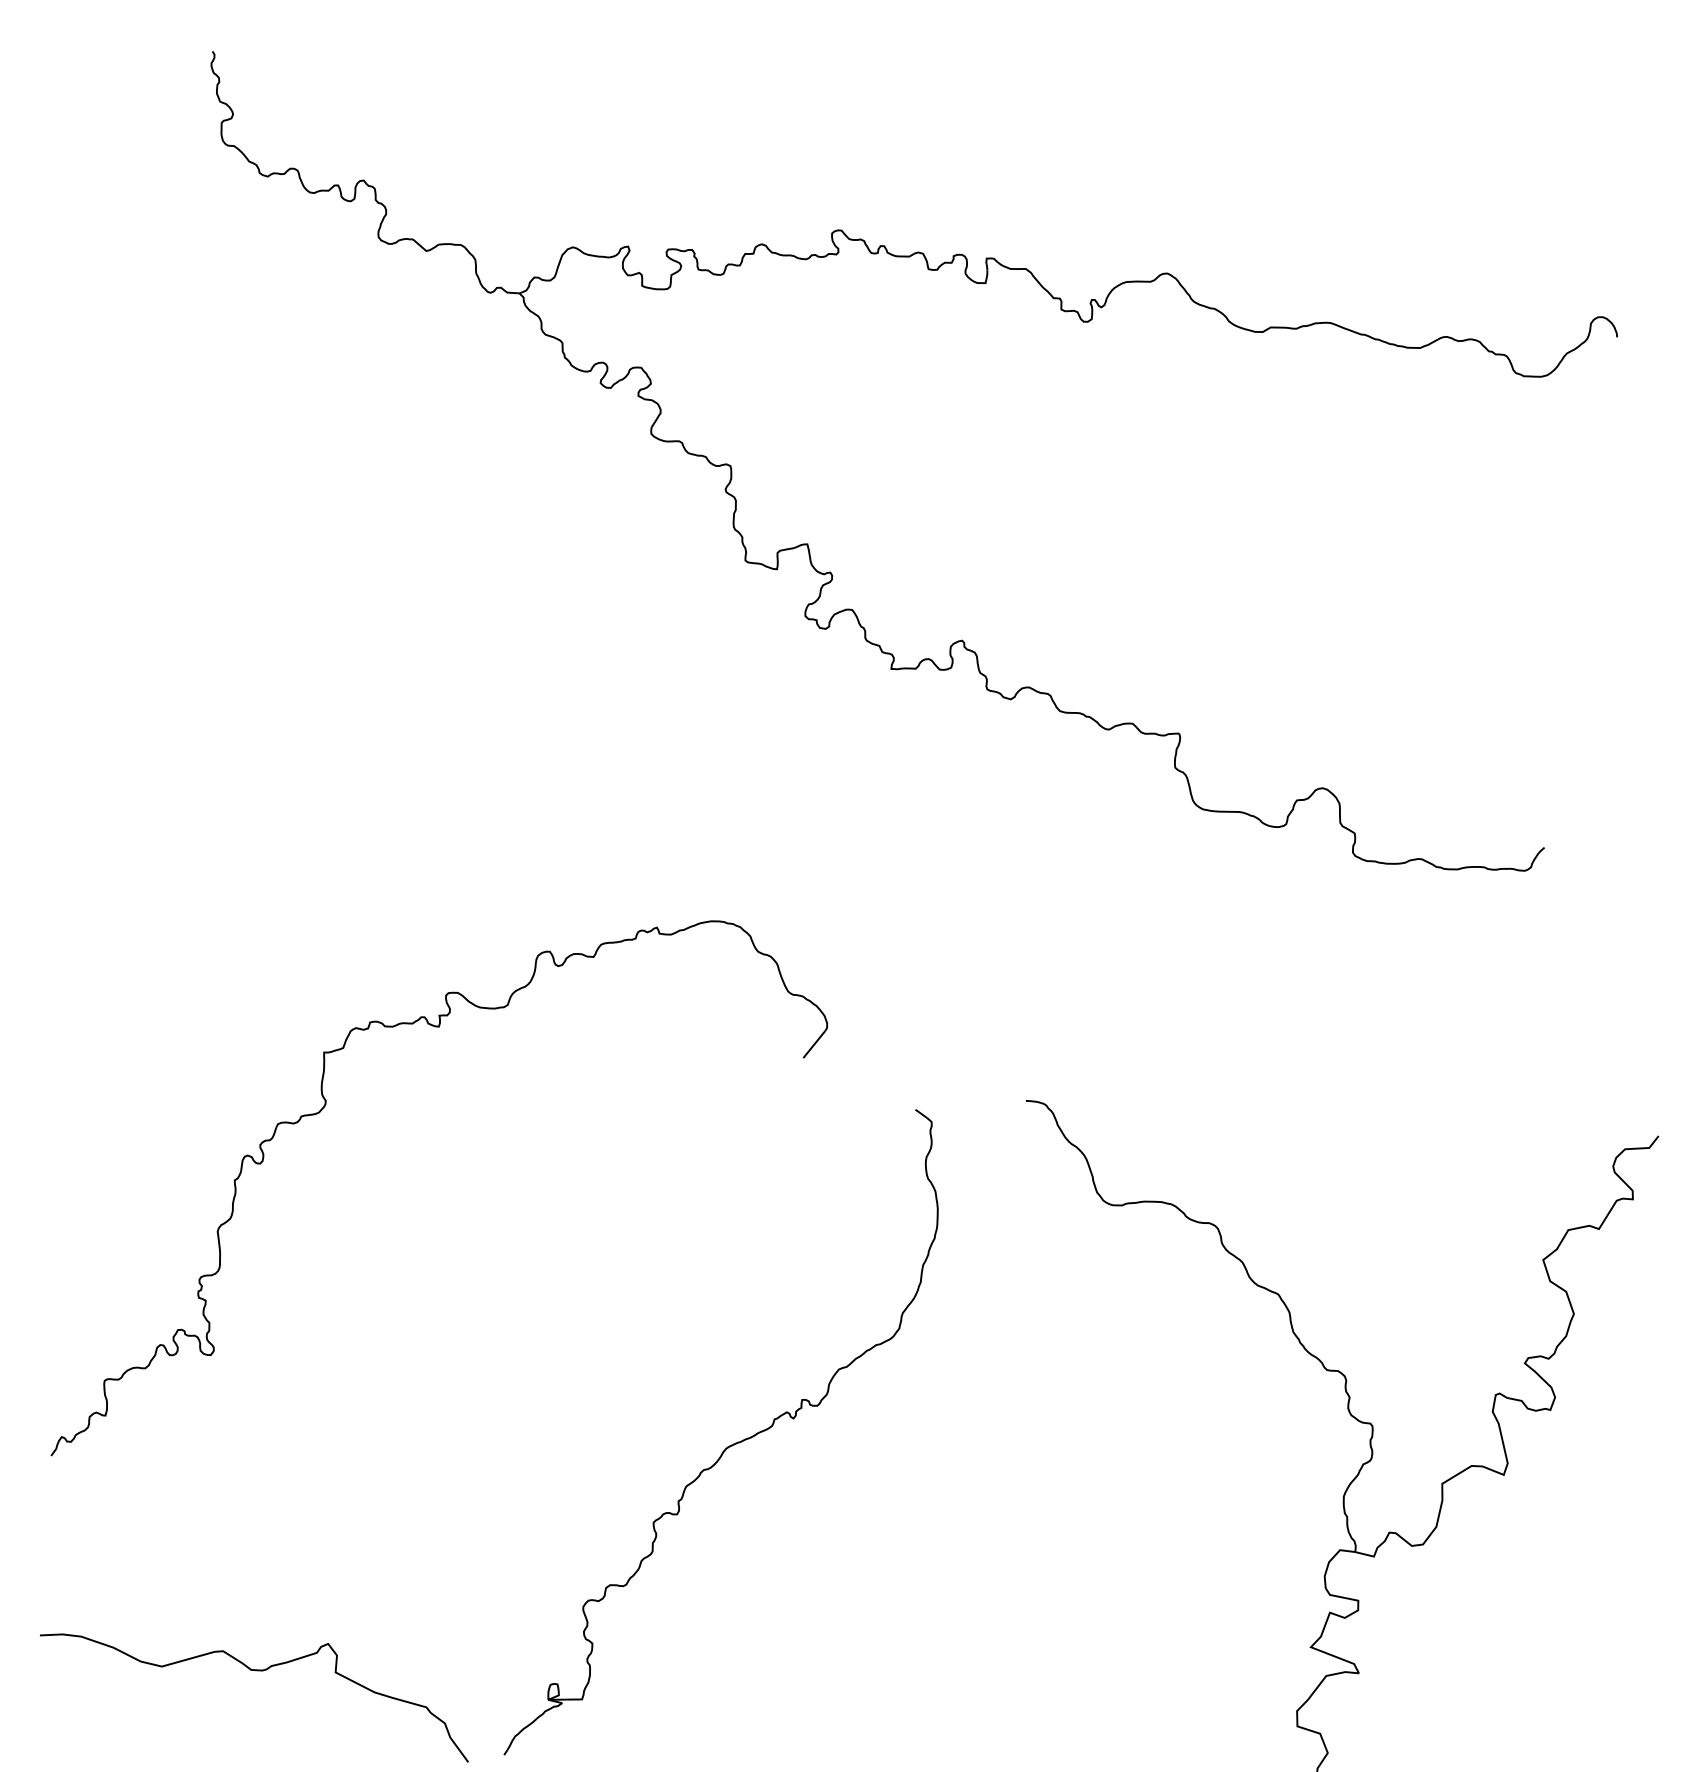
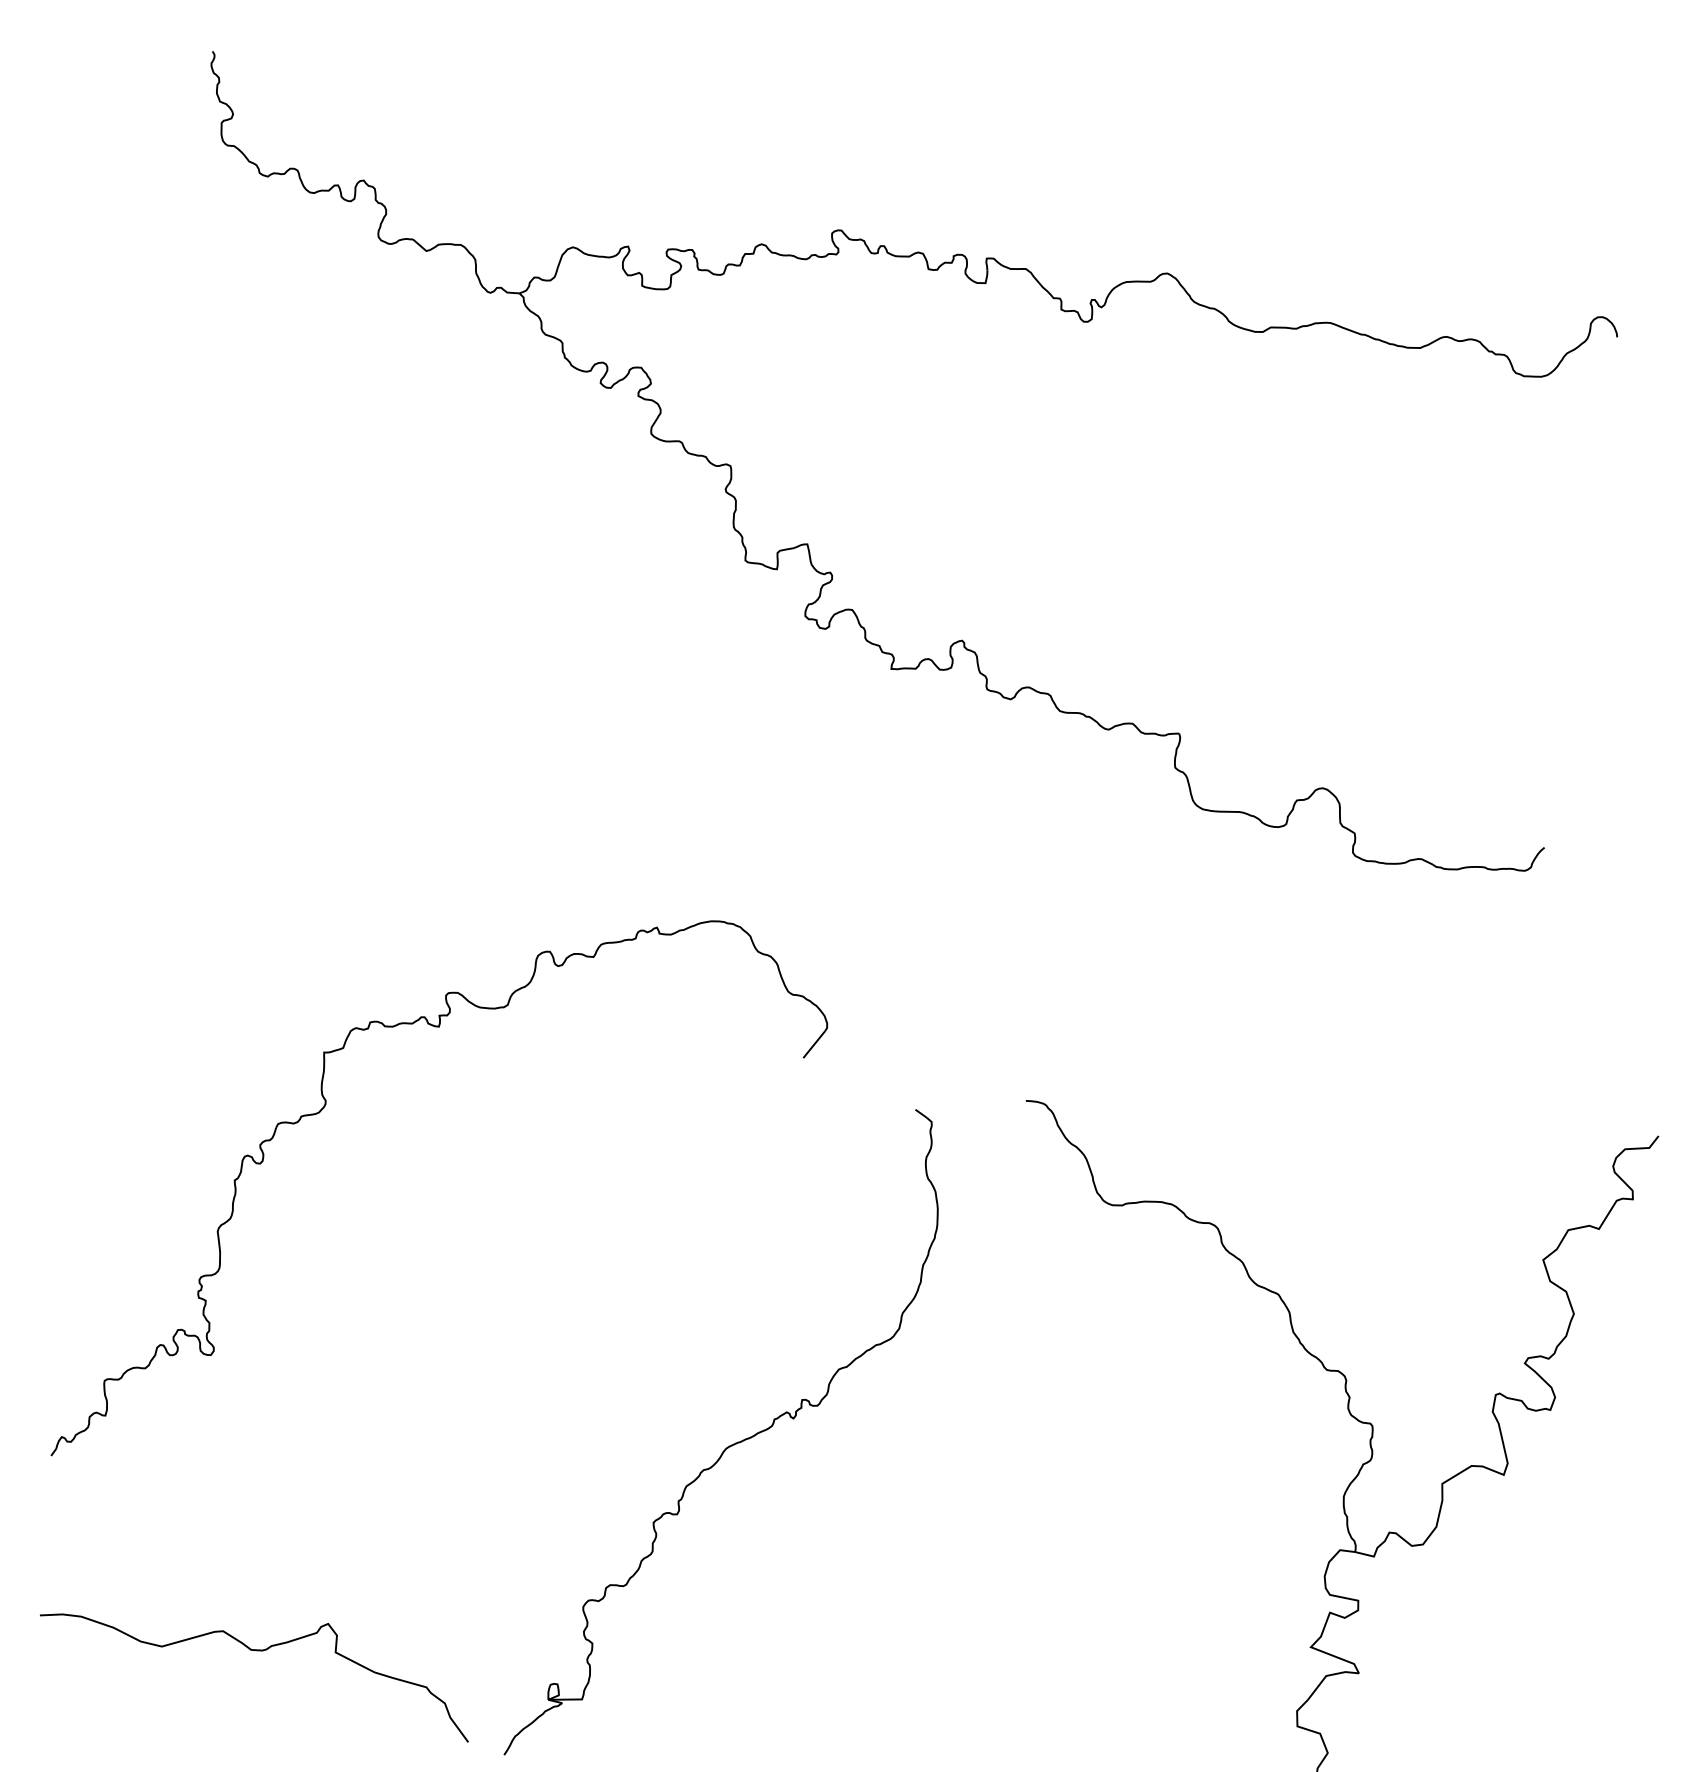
curve at (255, 1671) position: (255, 1671) -> (255, 1651)
